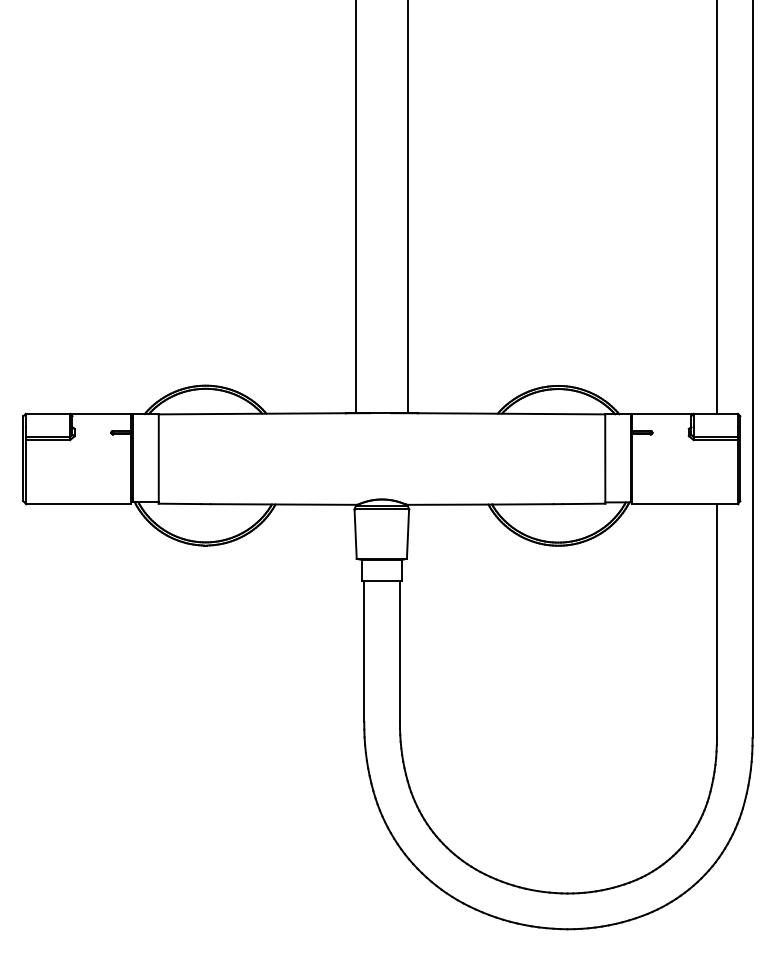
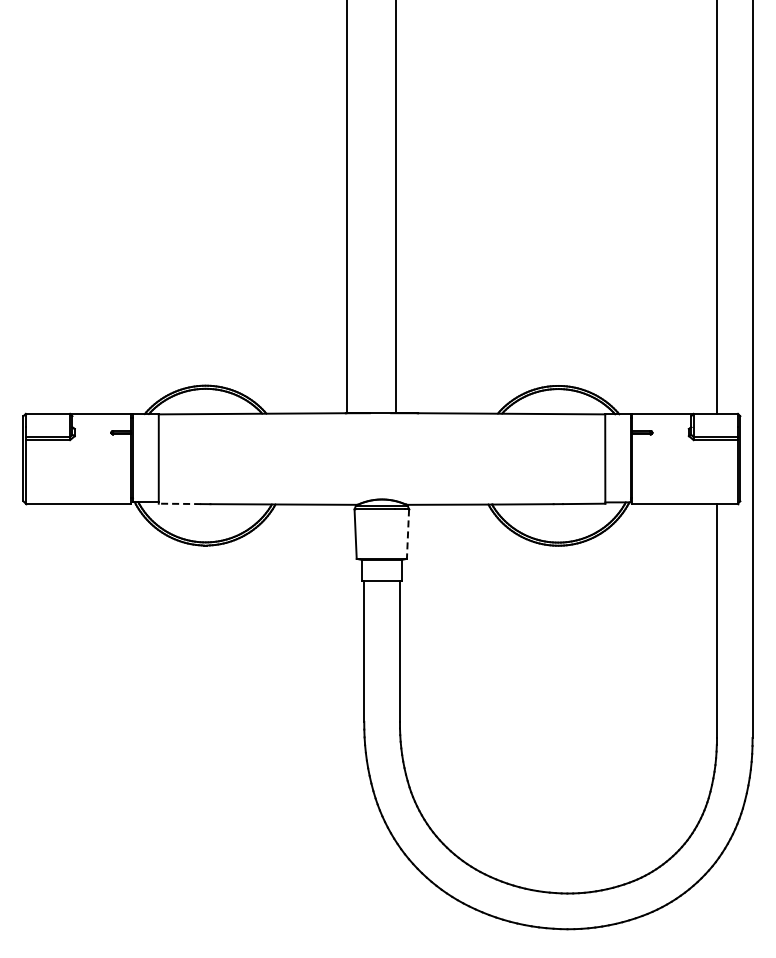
line at (356, 207) position: (356, 207) -> (347, 207)
line at (407, 207) position: (407, 207) -> (395, 207)
line at (179, 503): solid -> dashed
line at (408, 534): solid -> dashed
